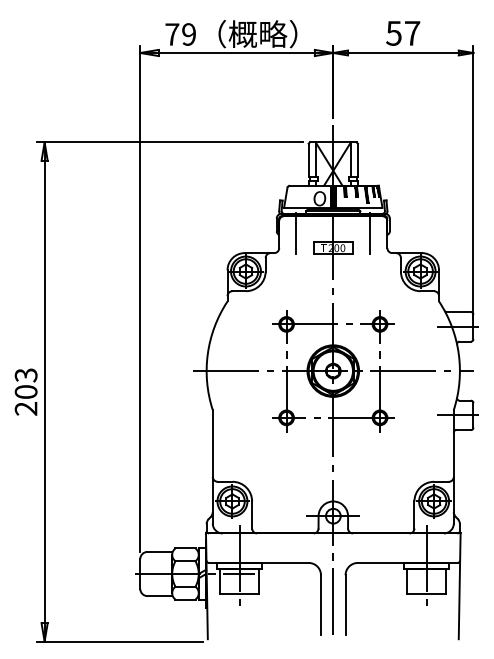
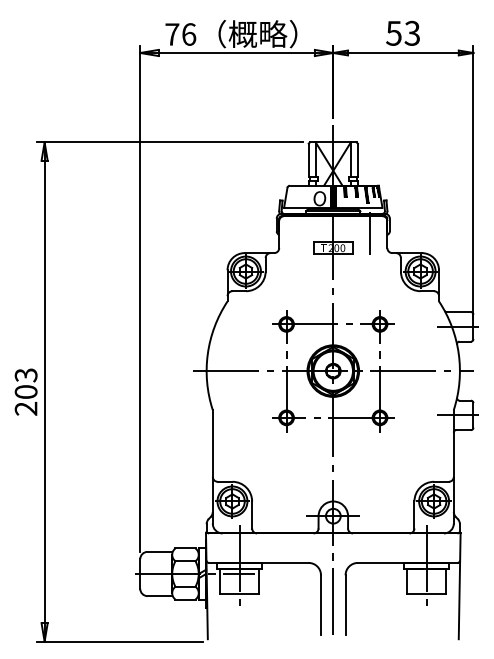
text at (412, 32): 57 -> 53
text at (189, 34): 79 -> 76
line at (296, 233): present -> none
